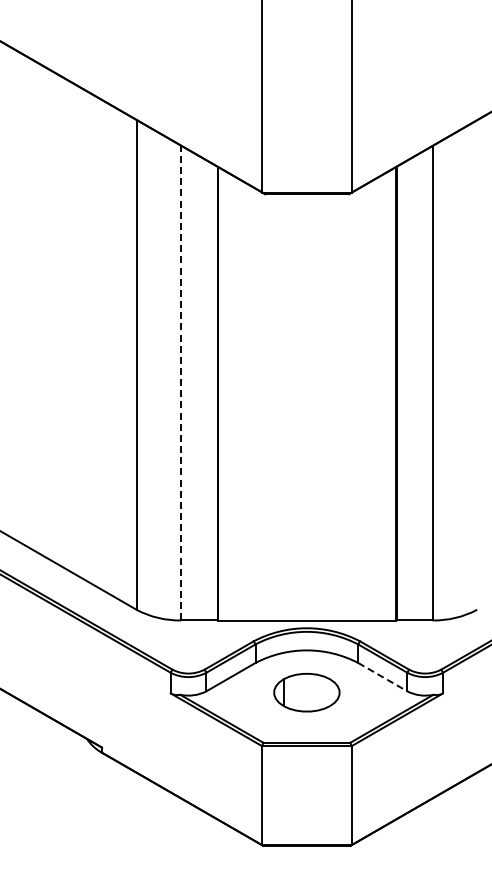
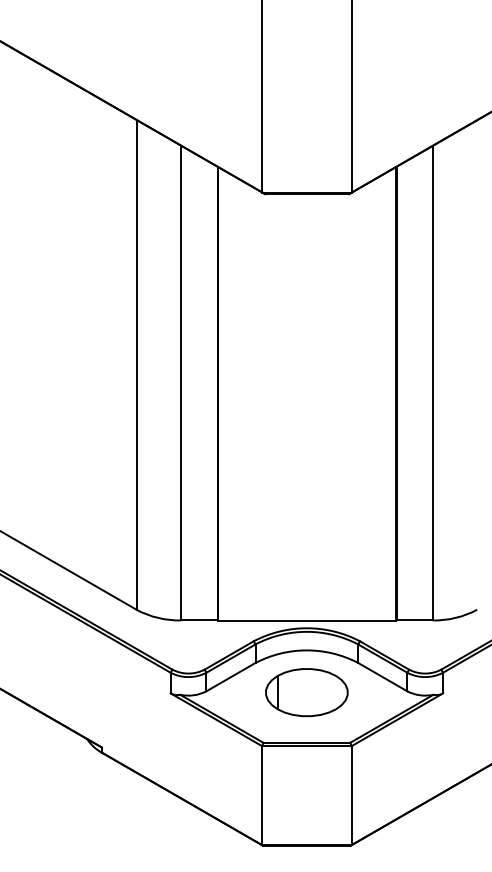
line at (181, 382): dashed -> solid
line at (383, 677): dashed -> solid
part at (306, 692) size: 68x40 px -> 84x50 px
